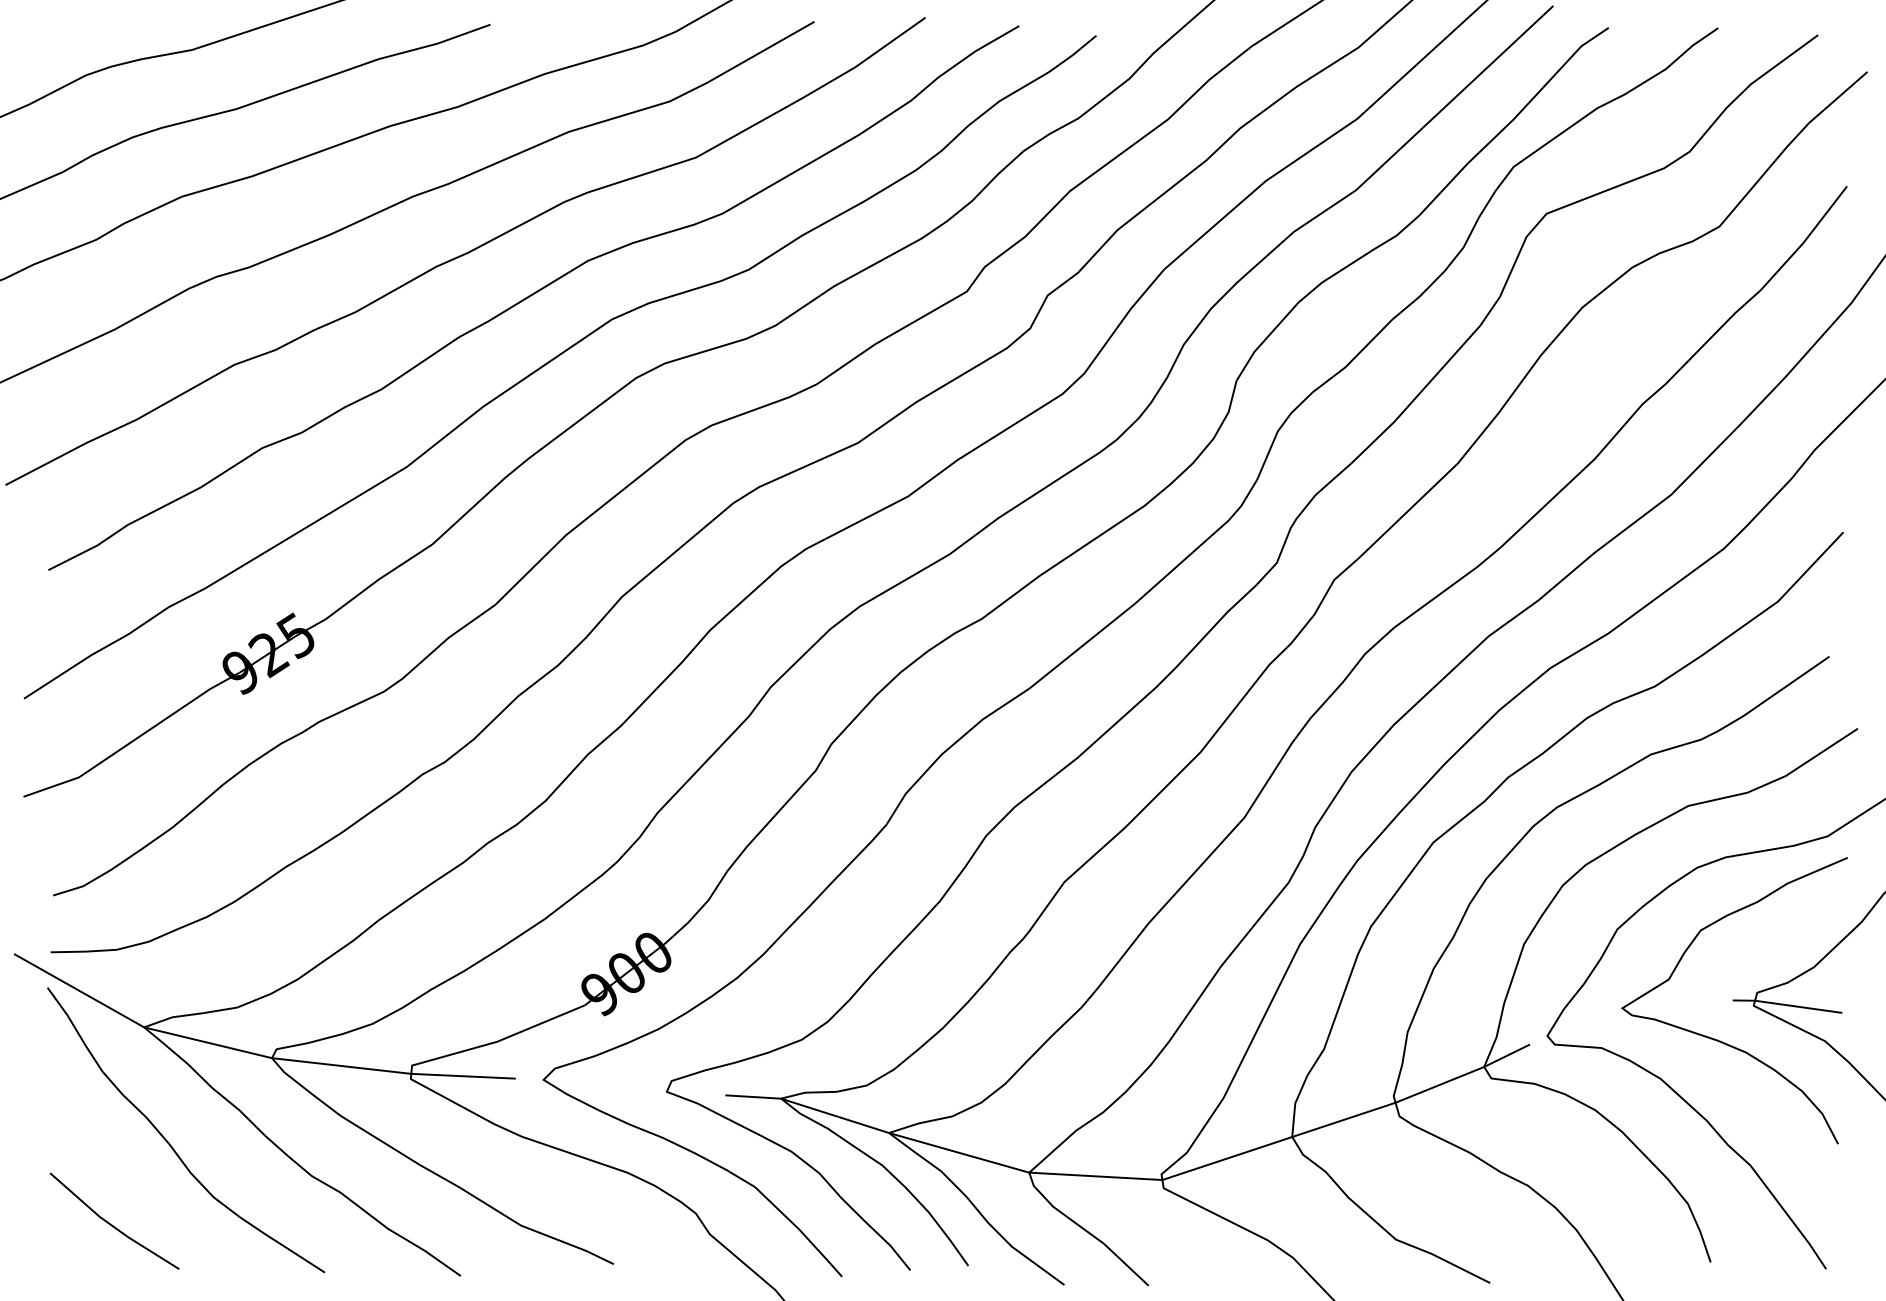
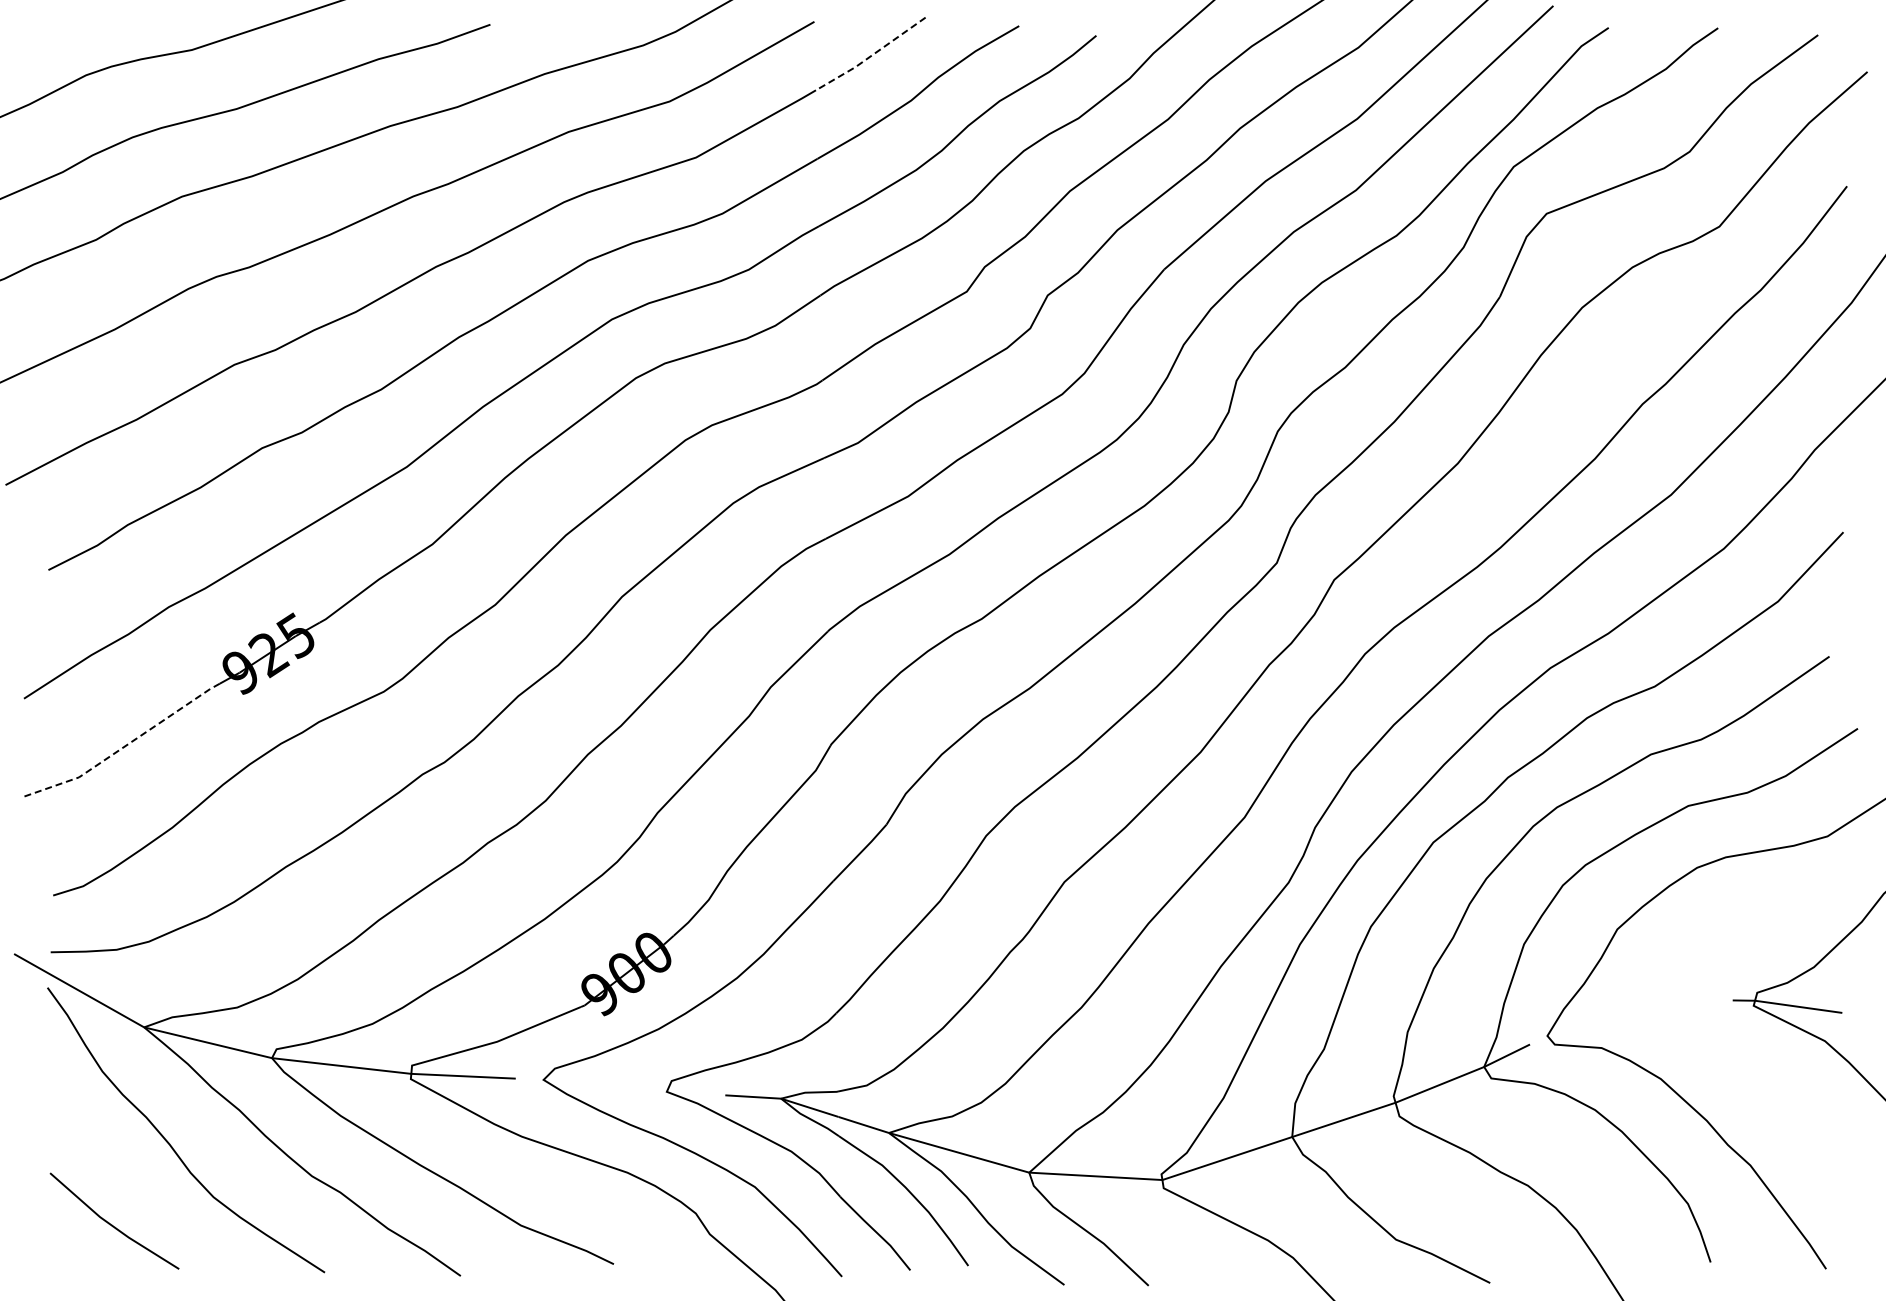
line at (871, 55): solid -> dashed
line at (125, 746): solid -> dashed
curve at (1720, 1040): present -> none
